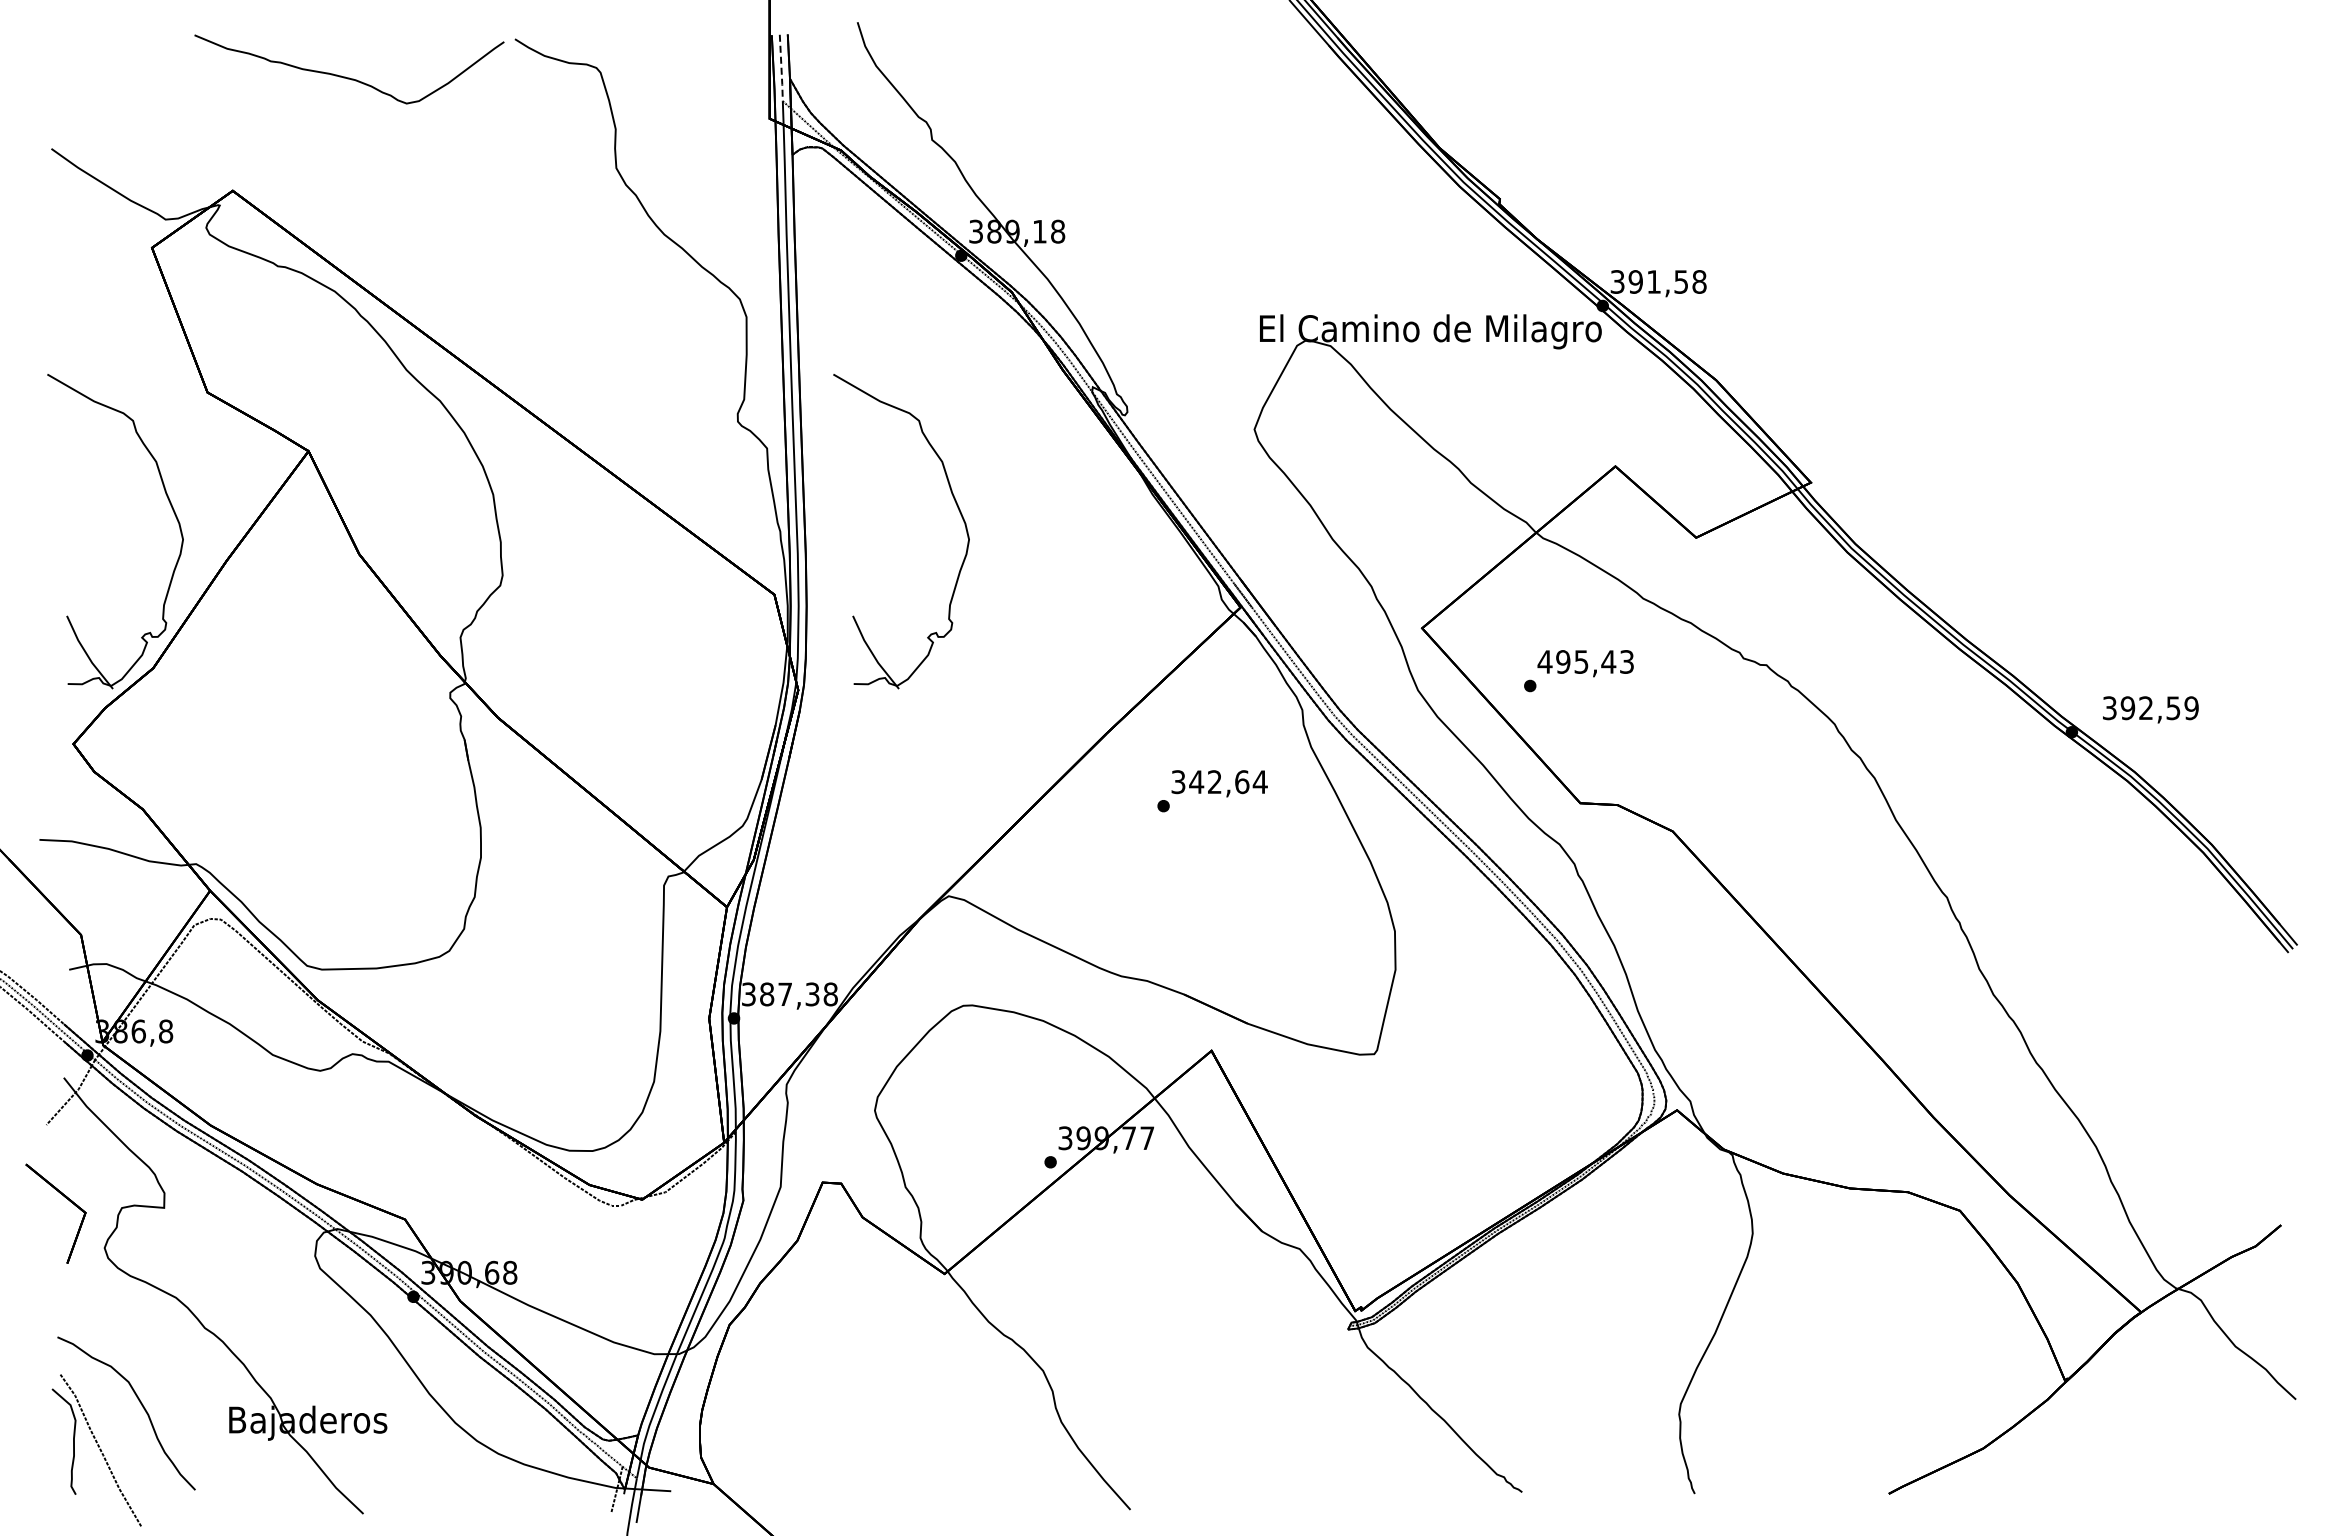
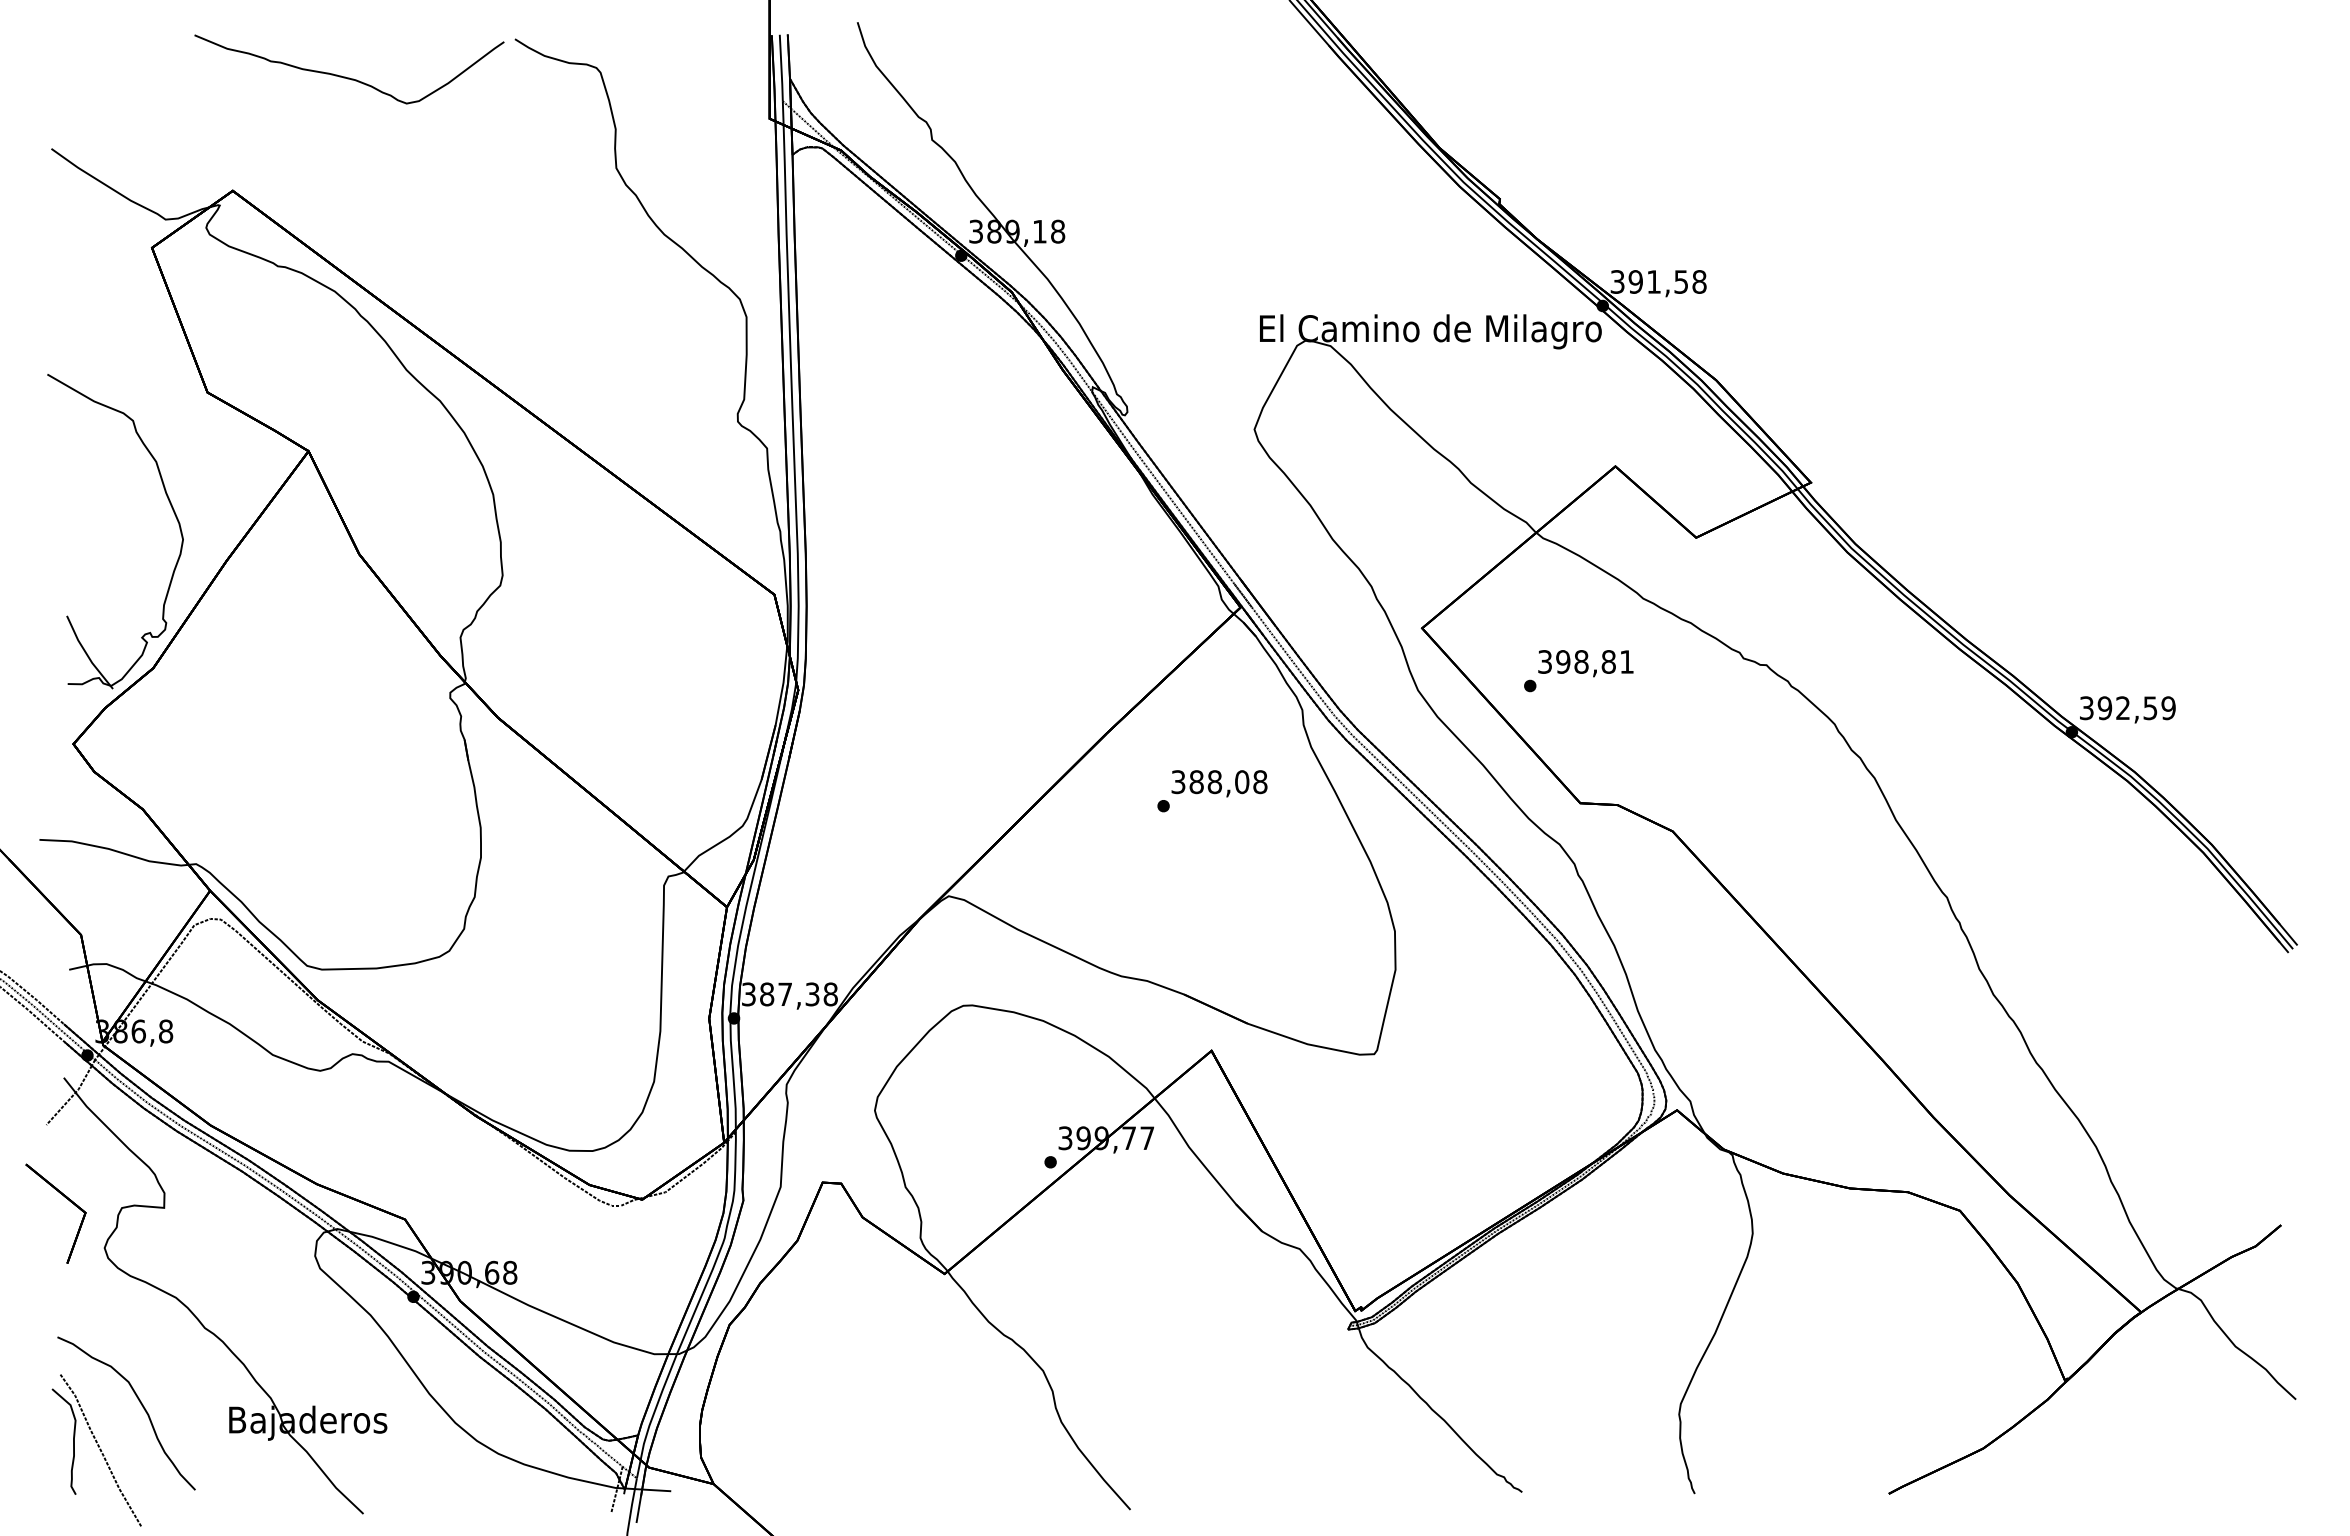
line at (781, 67): dashed -> solid
part at (957, 508): present -> none
text at (1585, 661): 495,43 -> 398,81
text at (2150, 709) position: (2150, 709) -> (2127, 709)
text at (1228, 782): 342,64 -> 388,08
